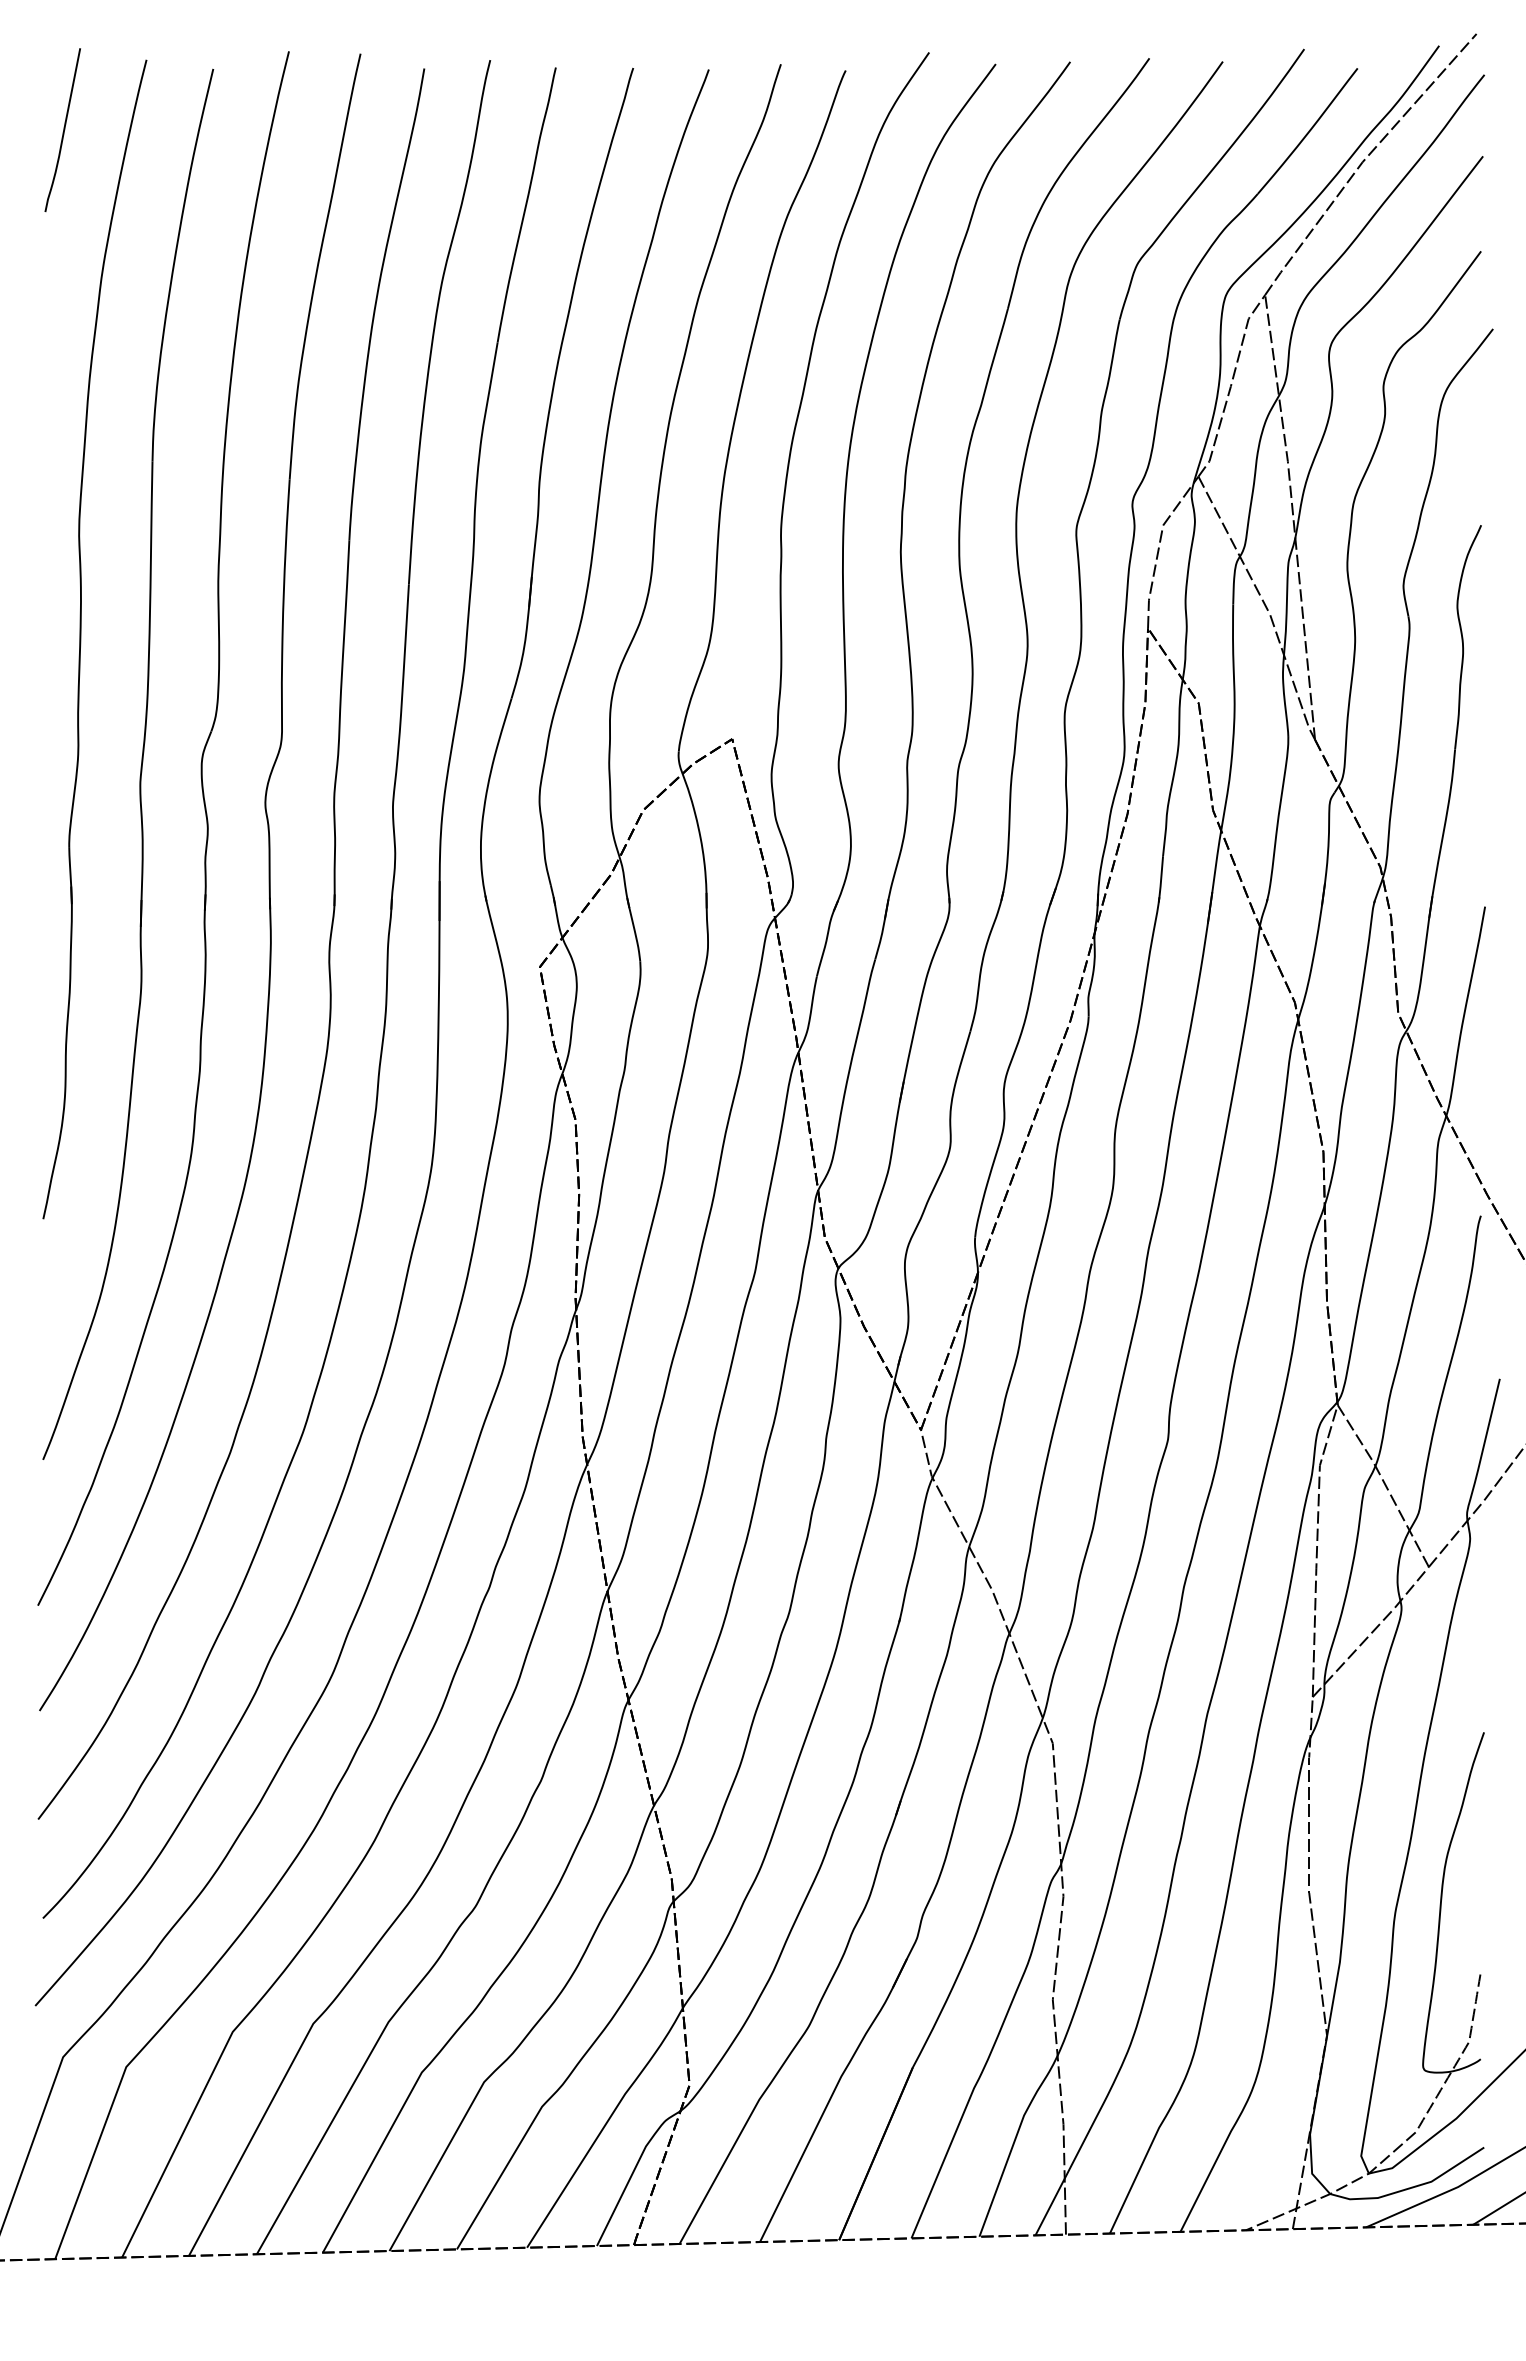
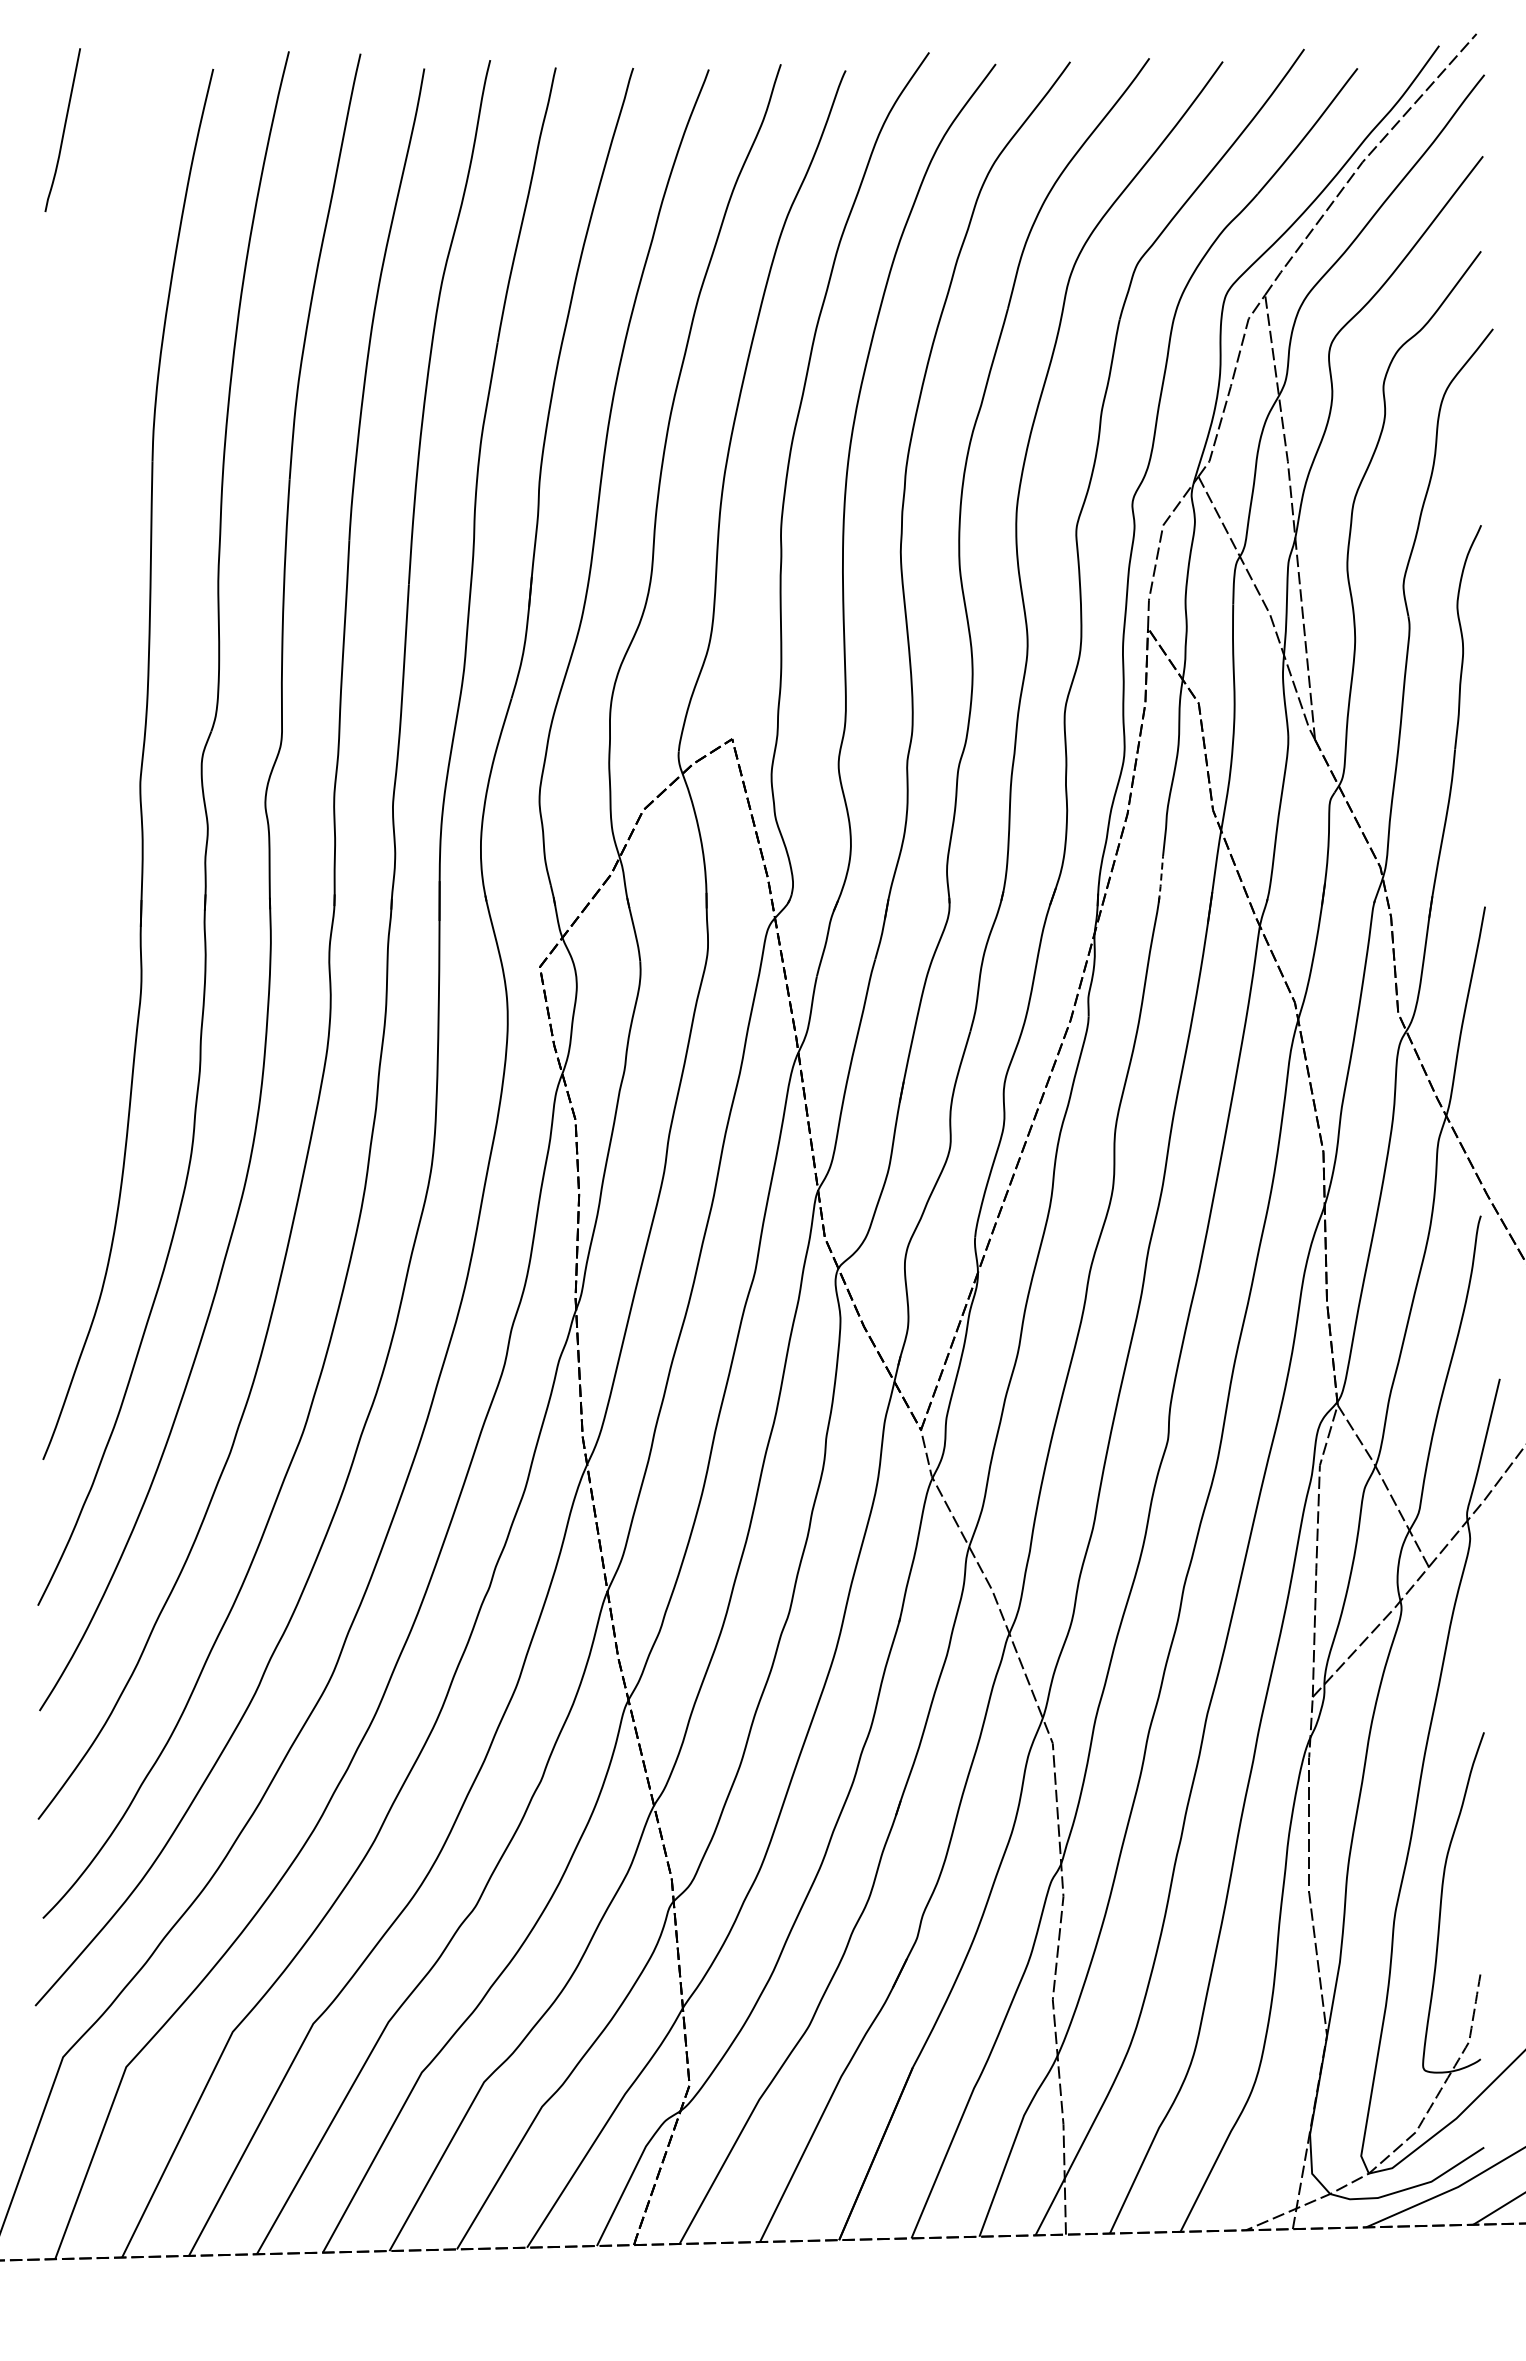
part at (81, 639): present -> none
line at (1161, 880): solid -> dashed
